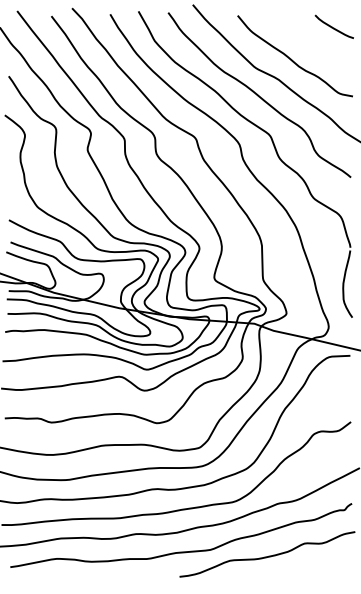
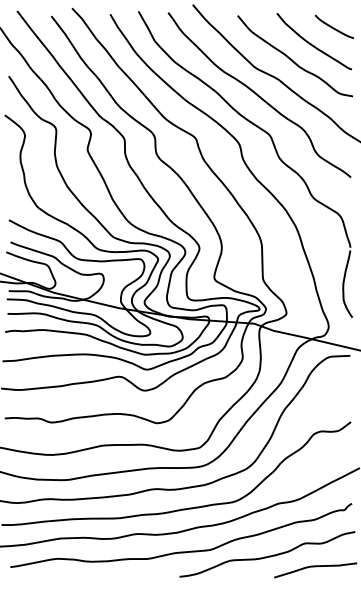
curve at (311, 43): none -> present
curve at (315, 567): none -> present
